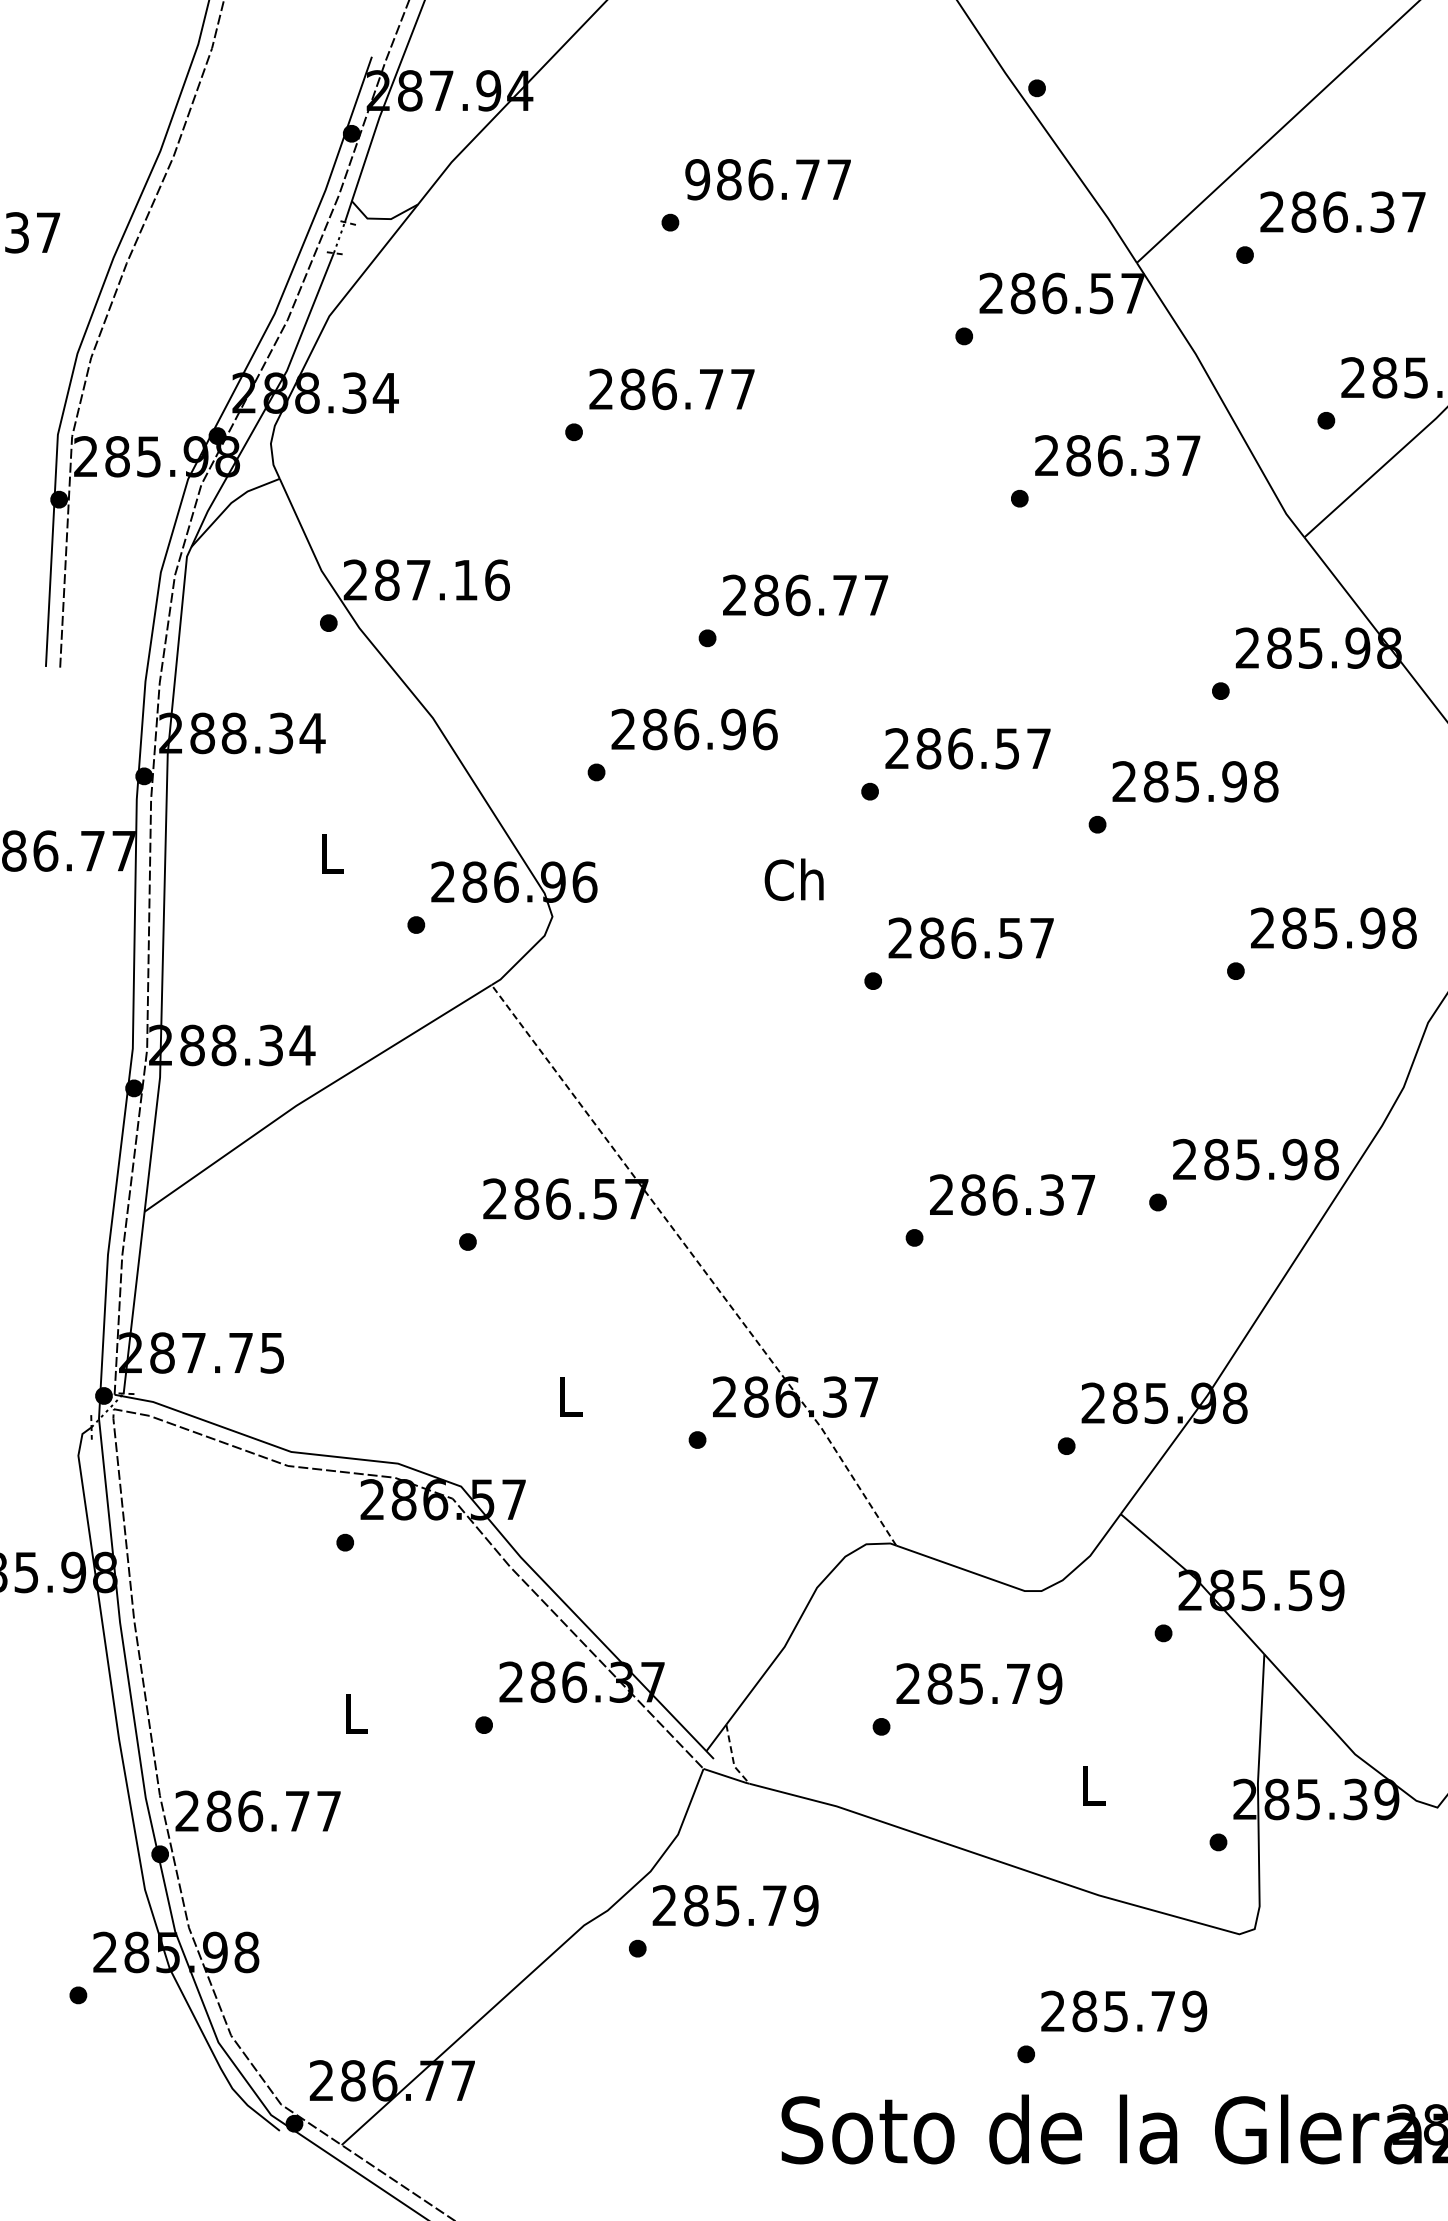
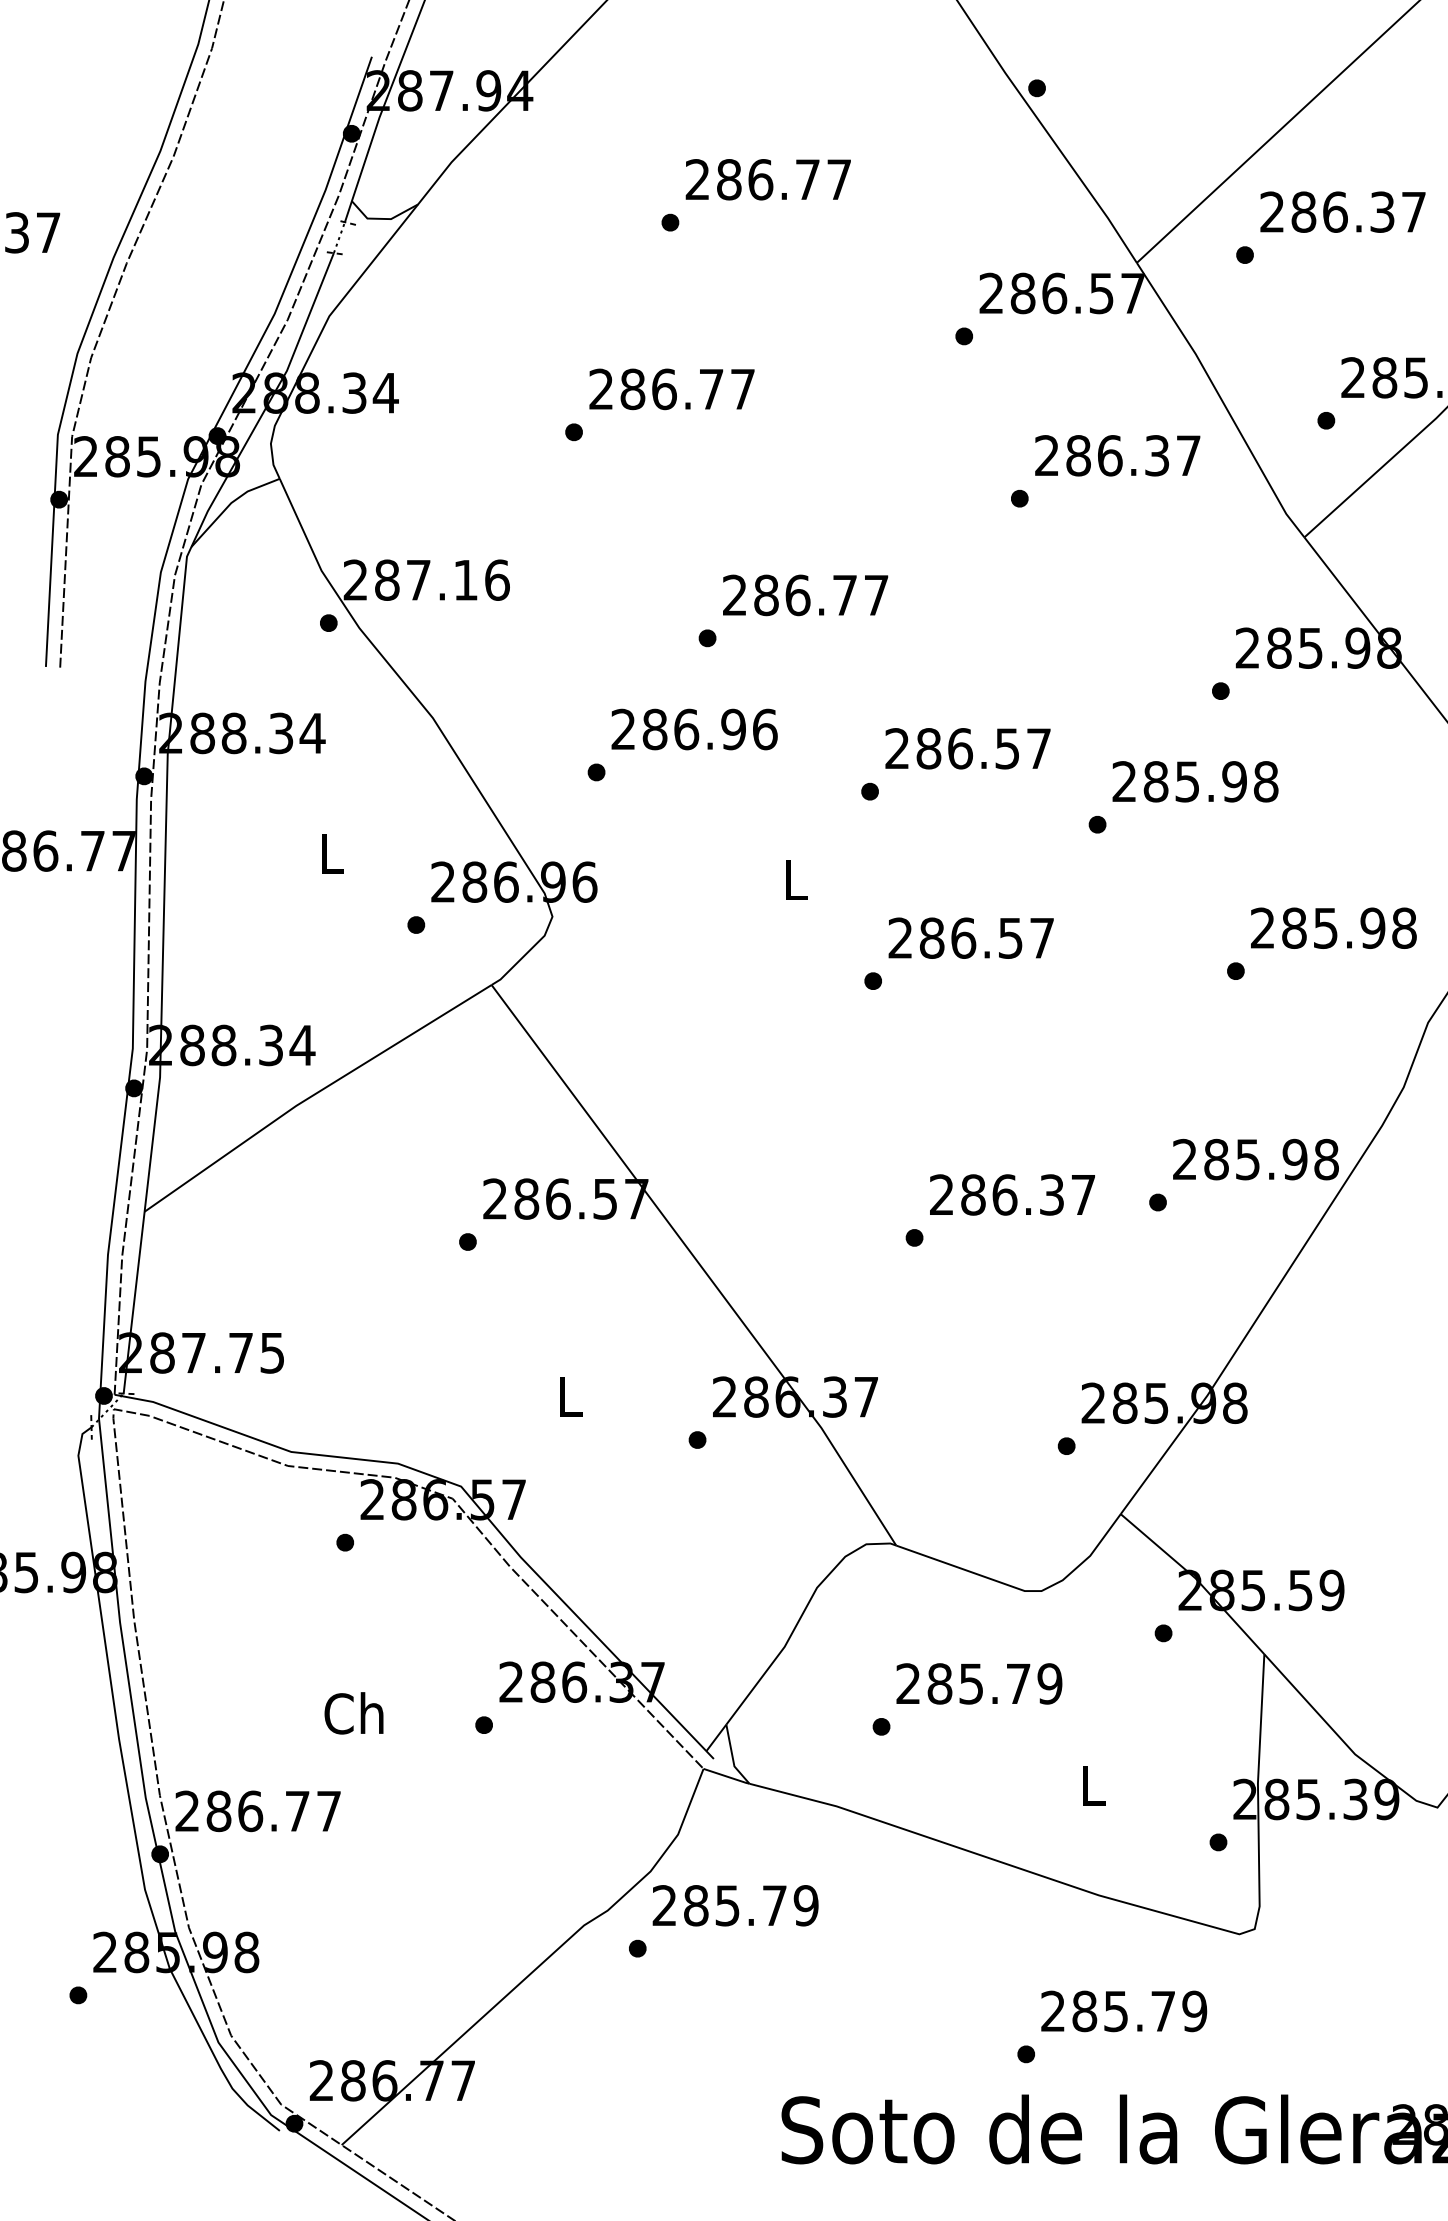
text at (697, 179): 986.77 -> 286.77
text at (793, 879): Ch -> L
line at (698, 1263): dashed -> solid
text at (353, 1713): L -> Ch
line at (732, 1757): dashed -> solid
